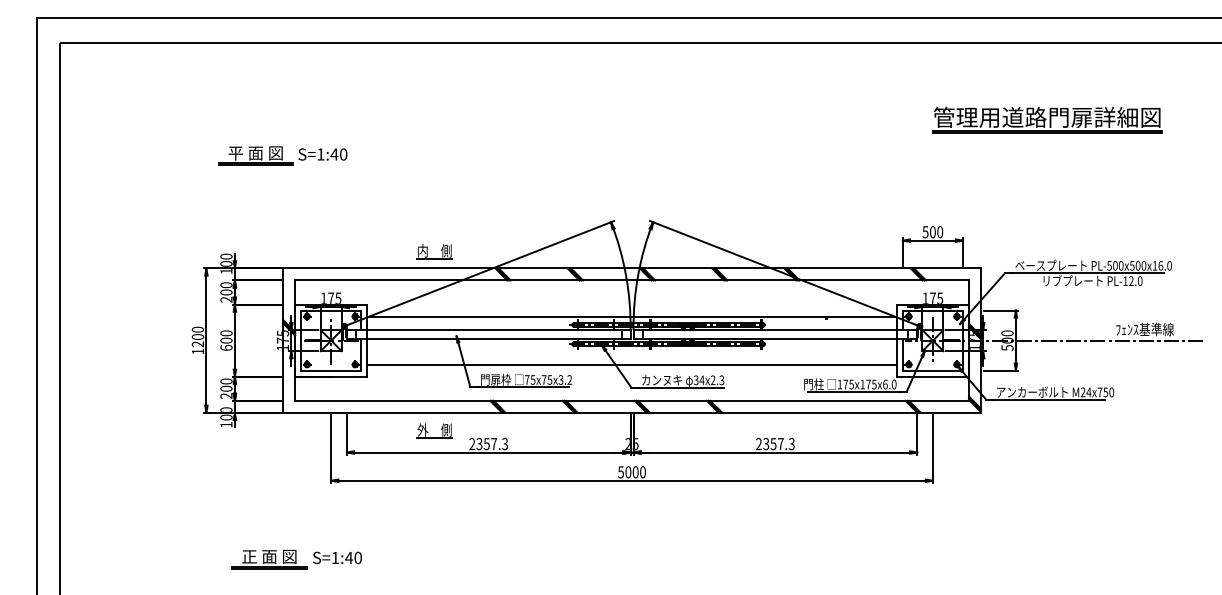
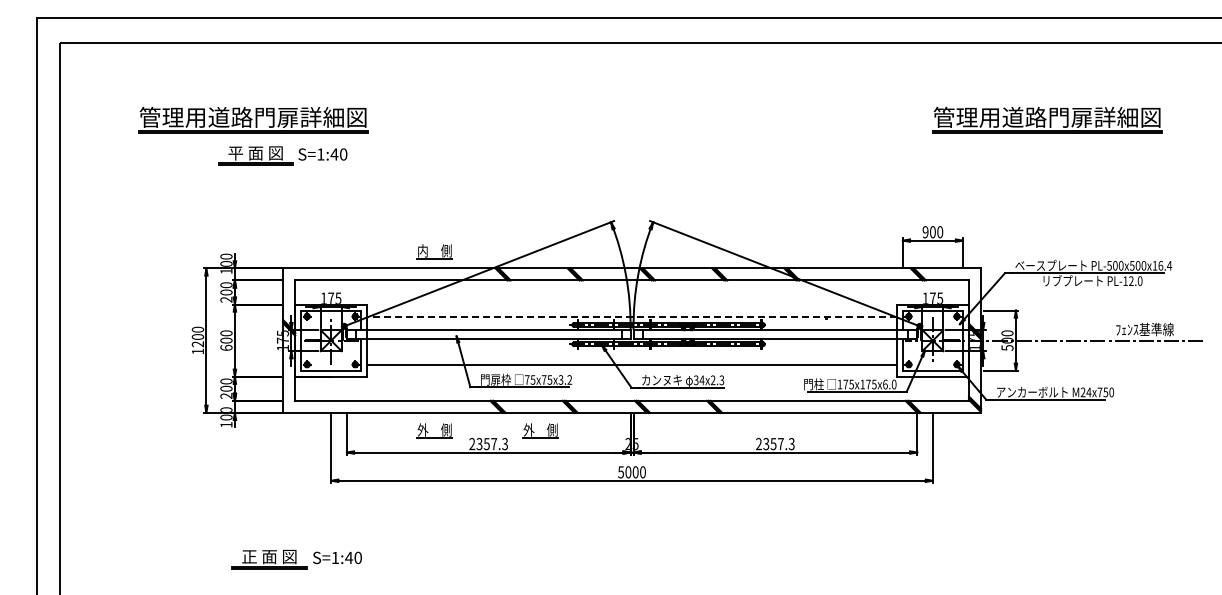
part at (253, 119): none -> present
text at (925, 232): 500 -> 900
text at (1169, 265): PL-500x500x16.0 -> PL-500x500x16.4
line at (632, 316): solid -> dashed
part at (534, 432): none -> present
